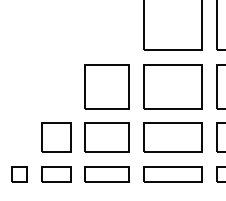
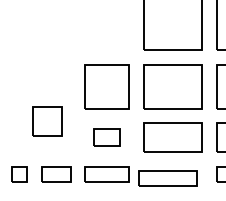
part at (56, 137) position: (56, 137) -> (47, 121)
part at (106, 137) size: 46x31 px -> 28x19 px
part at (172, 174) position: (172, 174) -> (167, 178)
